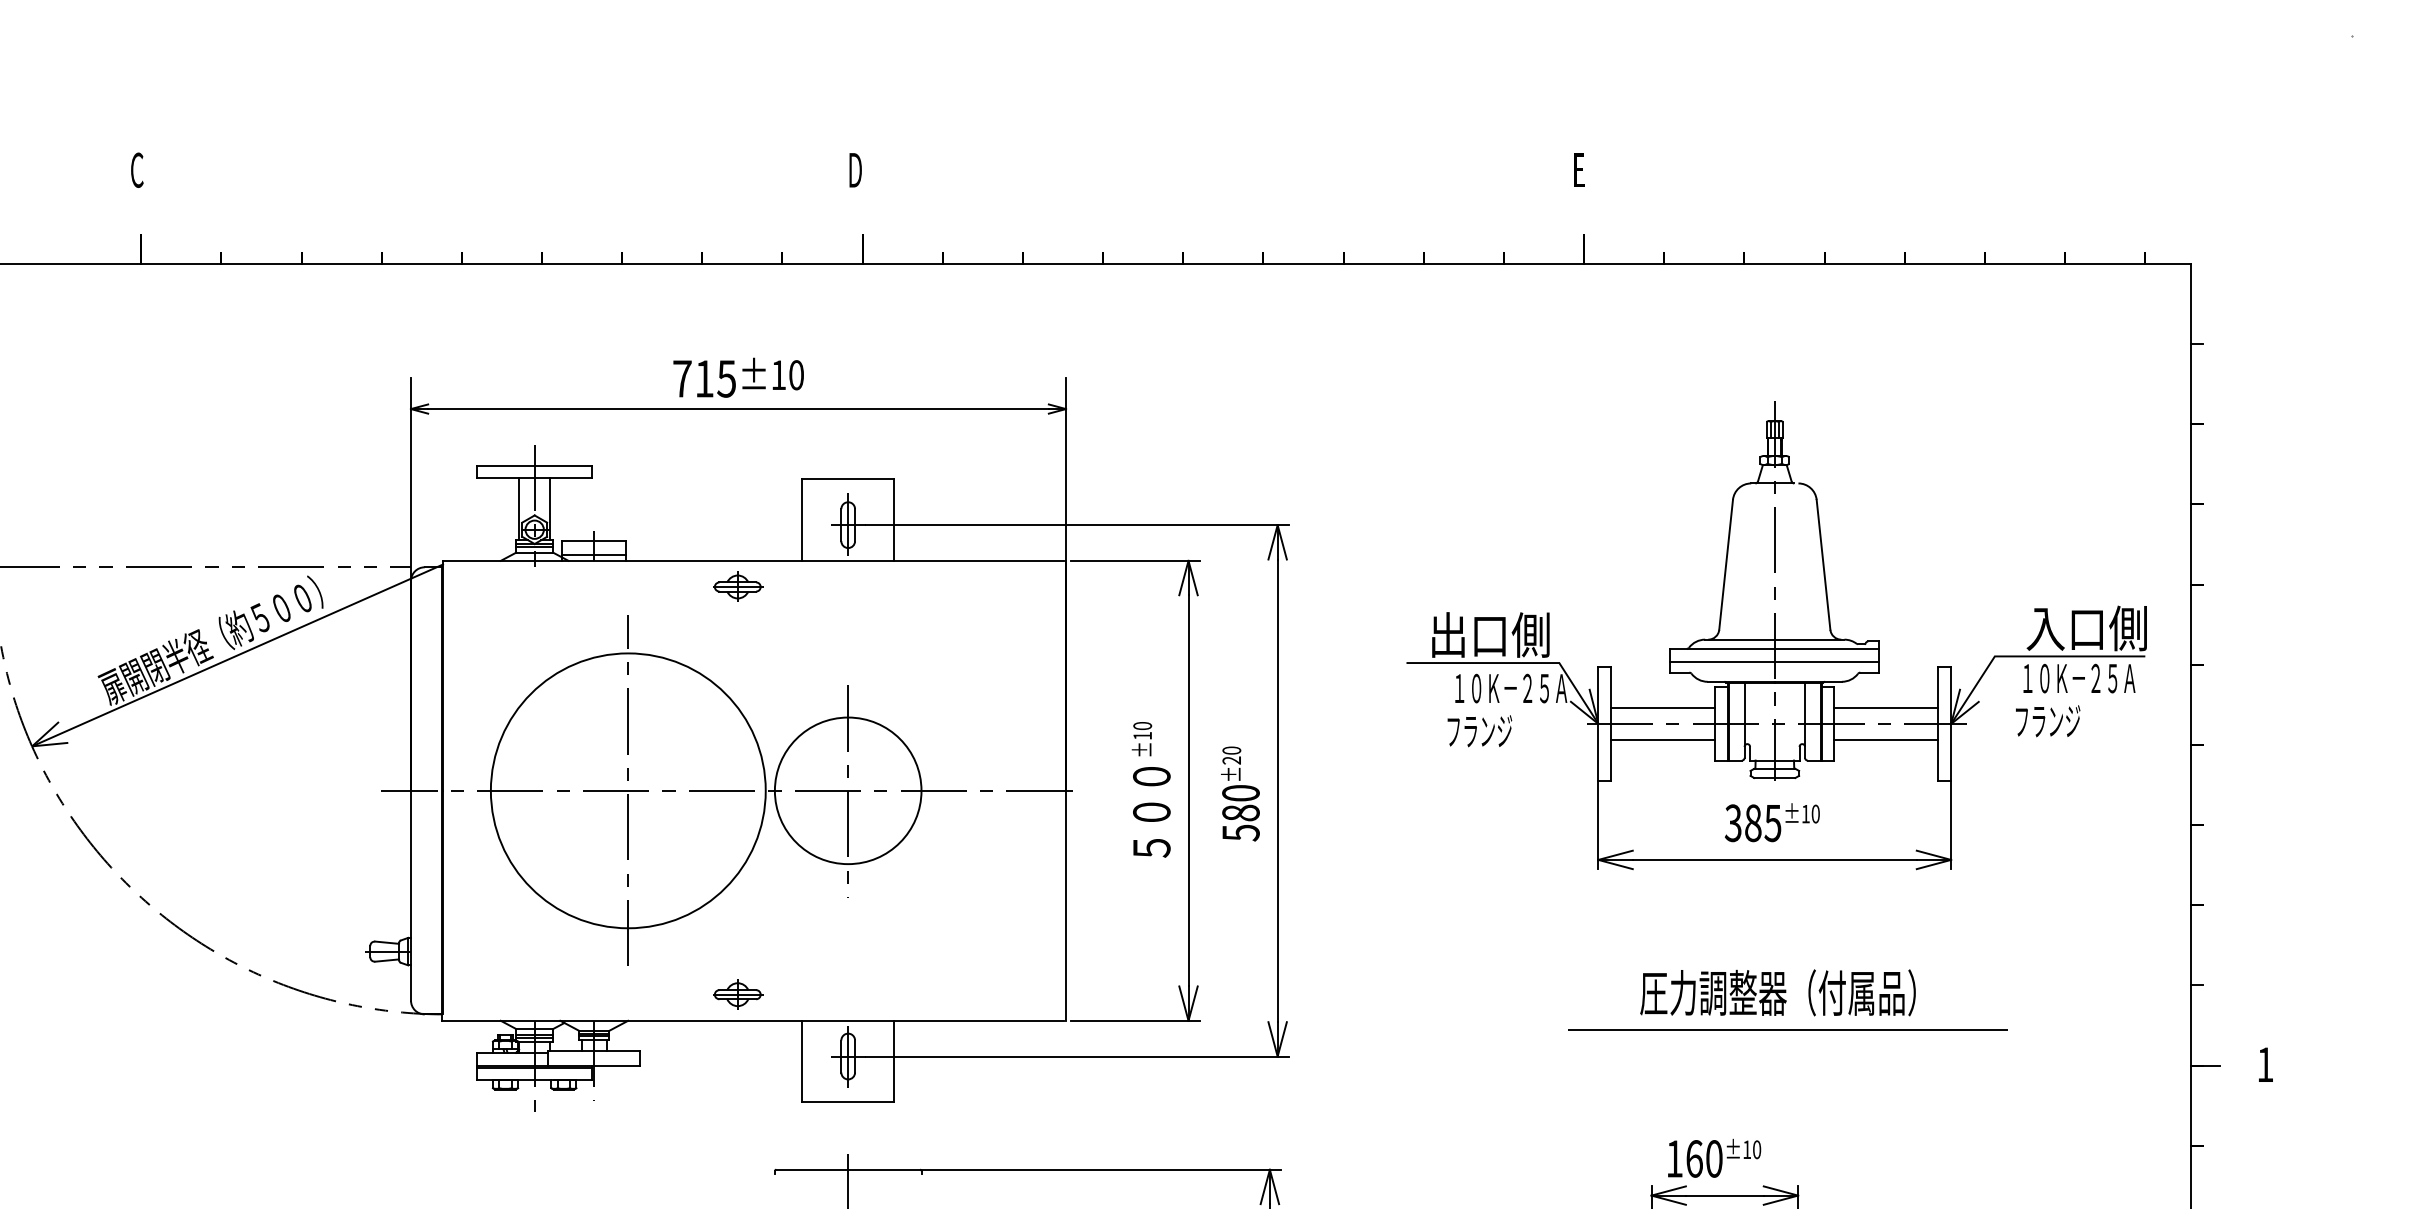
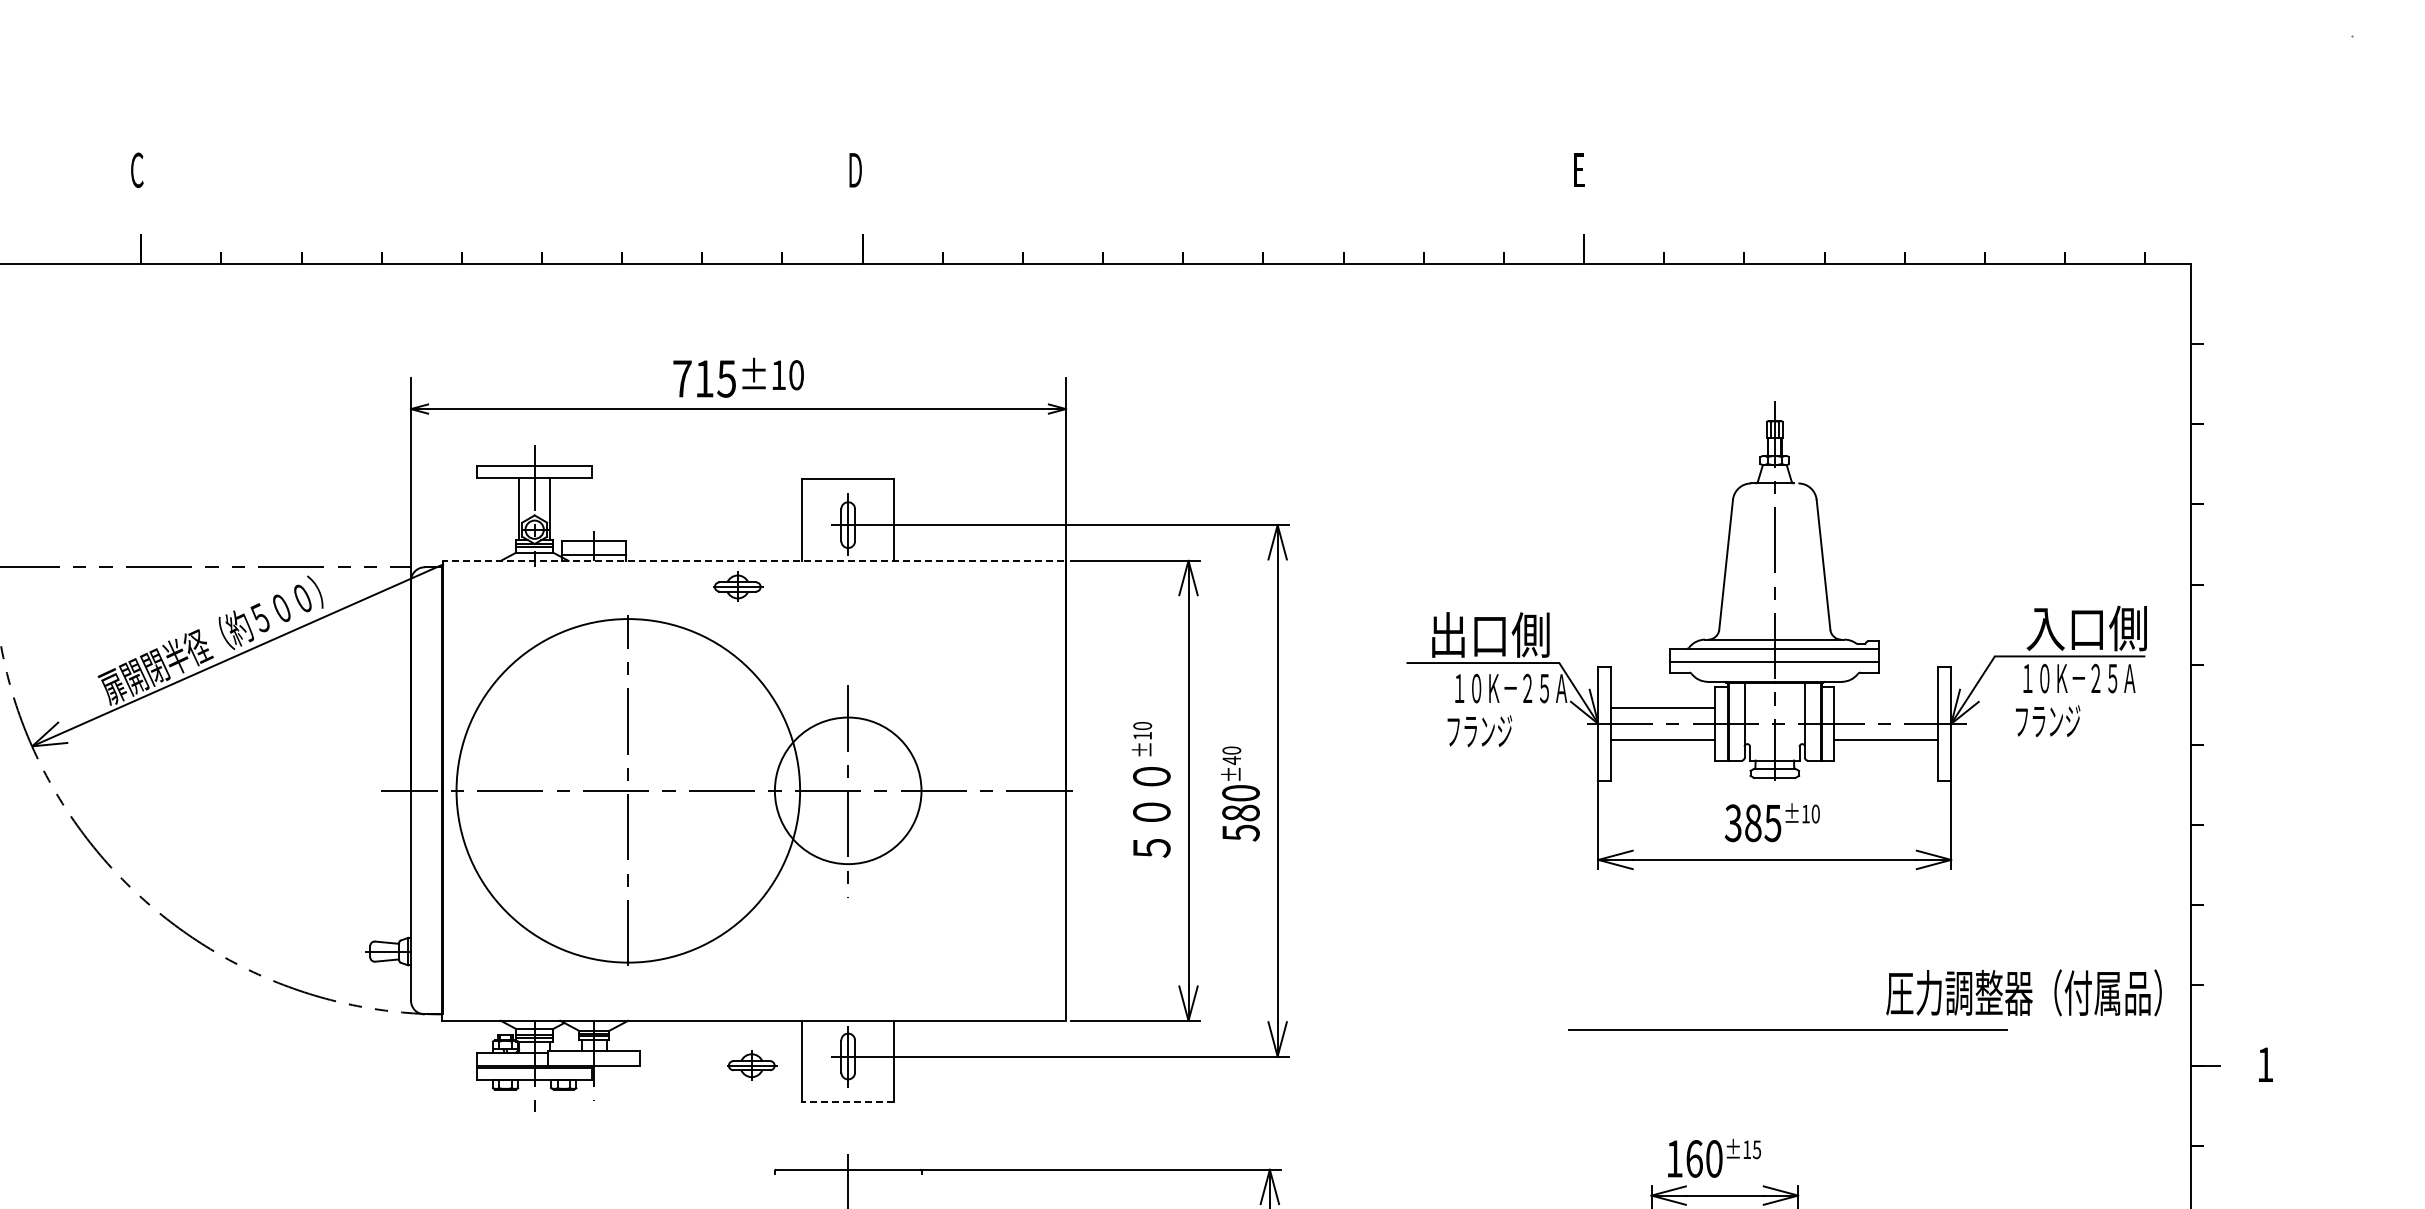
line at (753, 560): solid -> dashed
line at (1886, 708): present -> none
text at (1231, 760): ±20 -> ±40
circle at (627, 790) diameter: 275 px -> 344 px
text at (1777, 992) position: (1777, 992) -> (2023, 992)
part at (738, 994) position: (738, 994) -> (752, 1065)
line at (848, 1102): solid -> dashed
text at (1756, 1149): ±10 -> ±15
